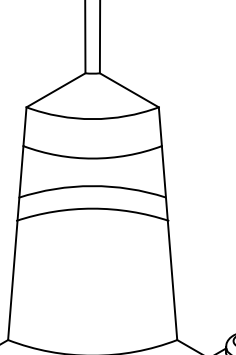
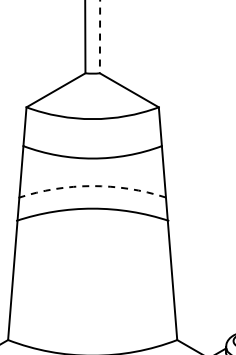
line at (100, 37): solid -> dashed
arc at (92, 186): solid -> dashed
